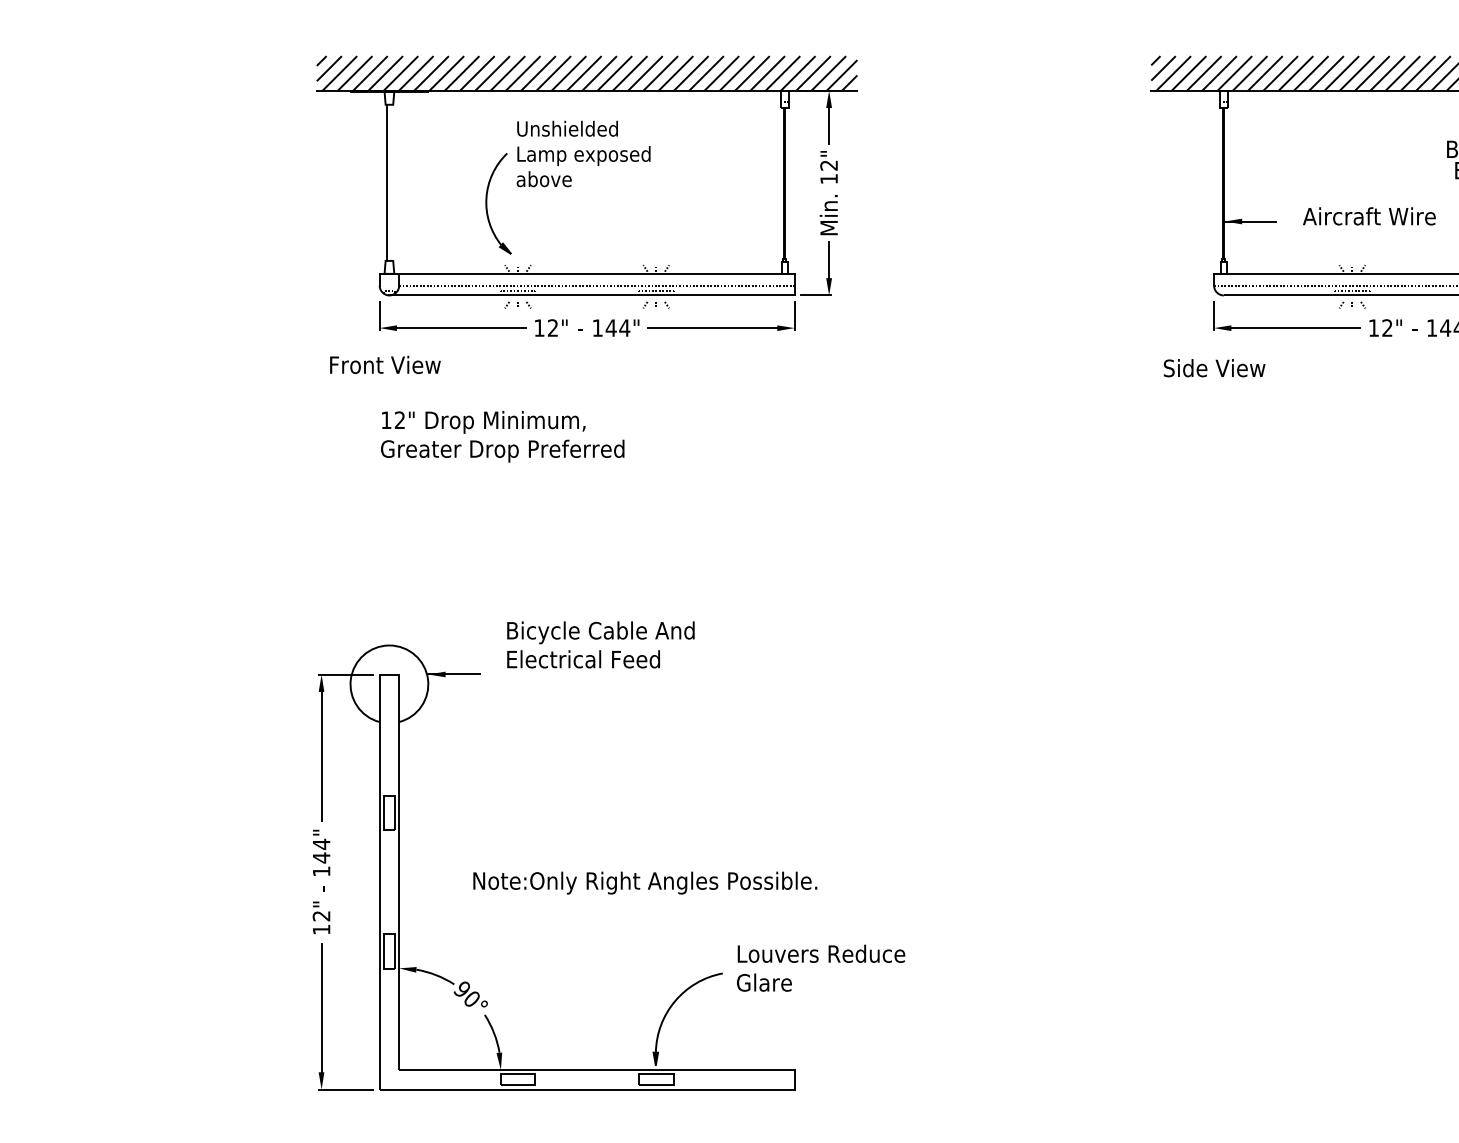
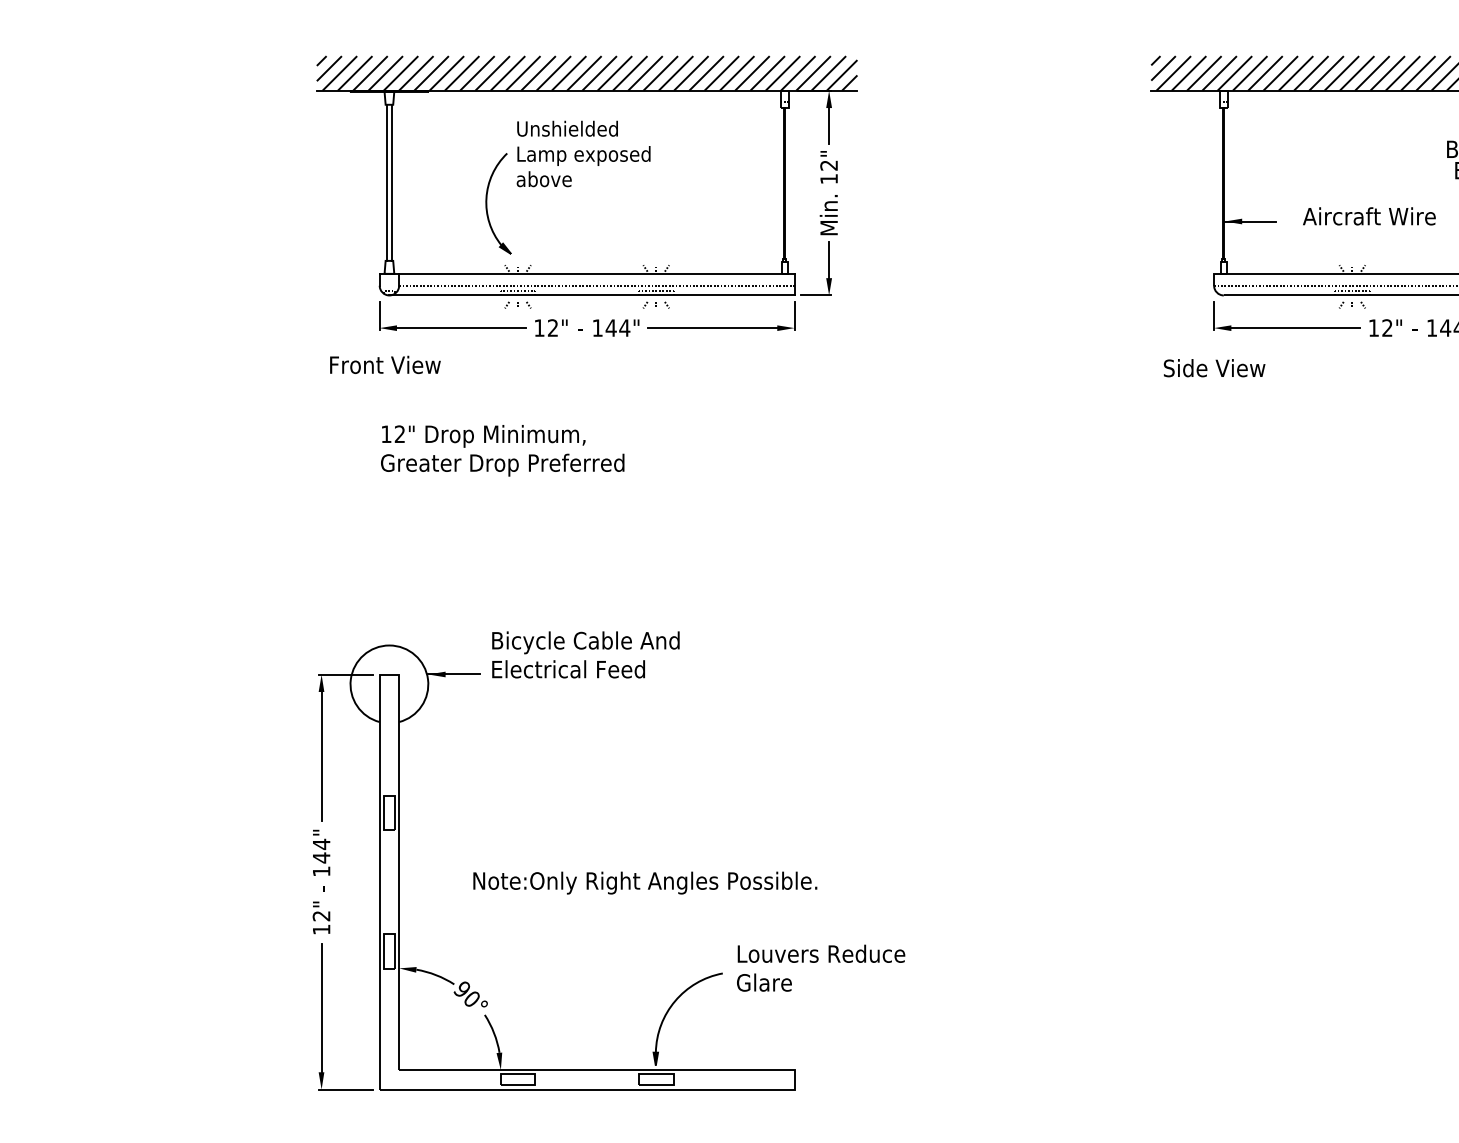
line at (391, 182): none -> present
text at (502, 436) position: (502, 436) -> (502, 450)
text at (600, 644) position: (600, 644) -> (585, 654)
